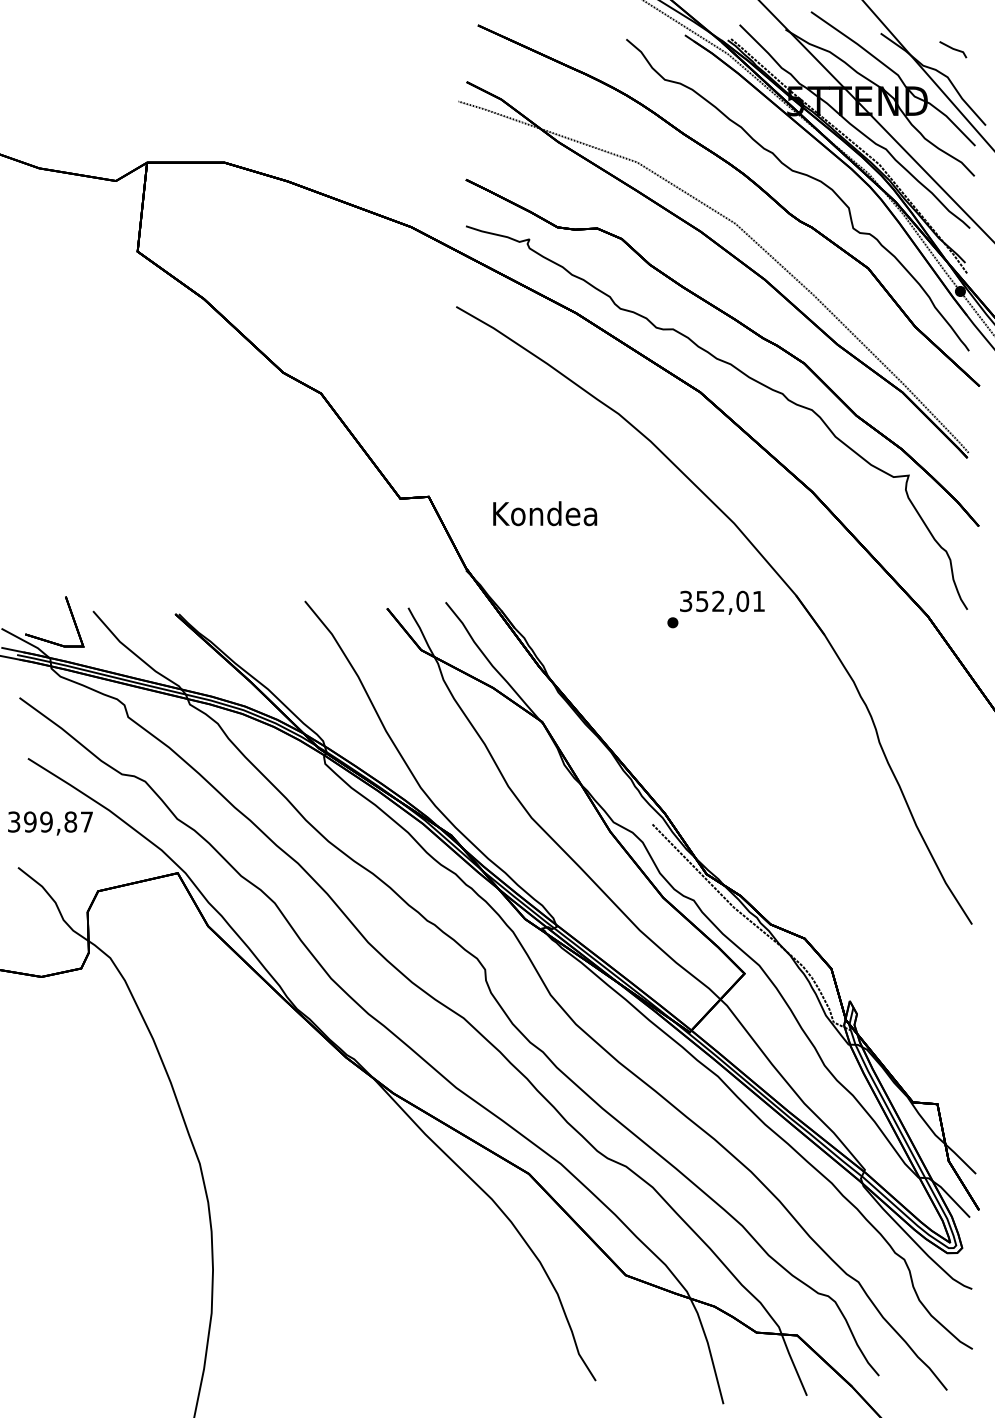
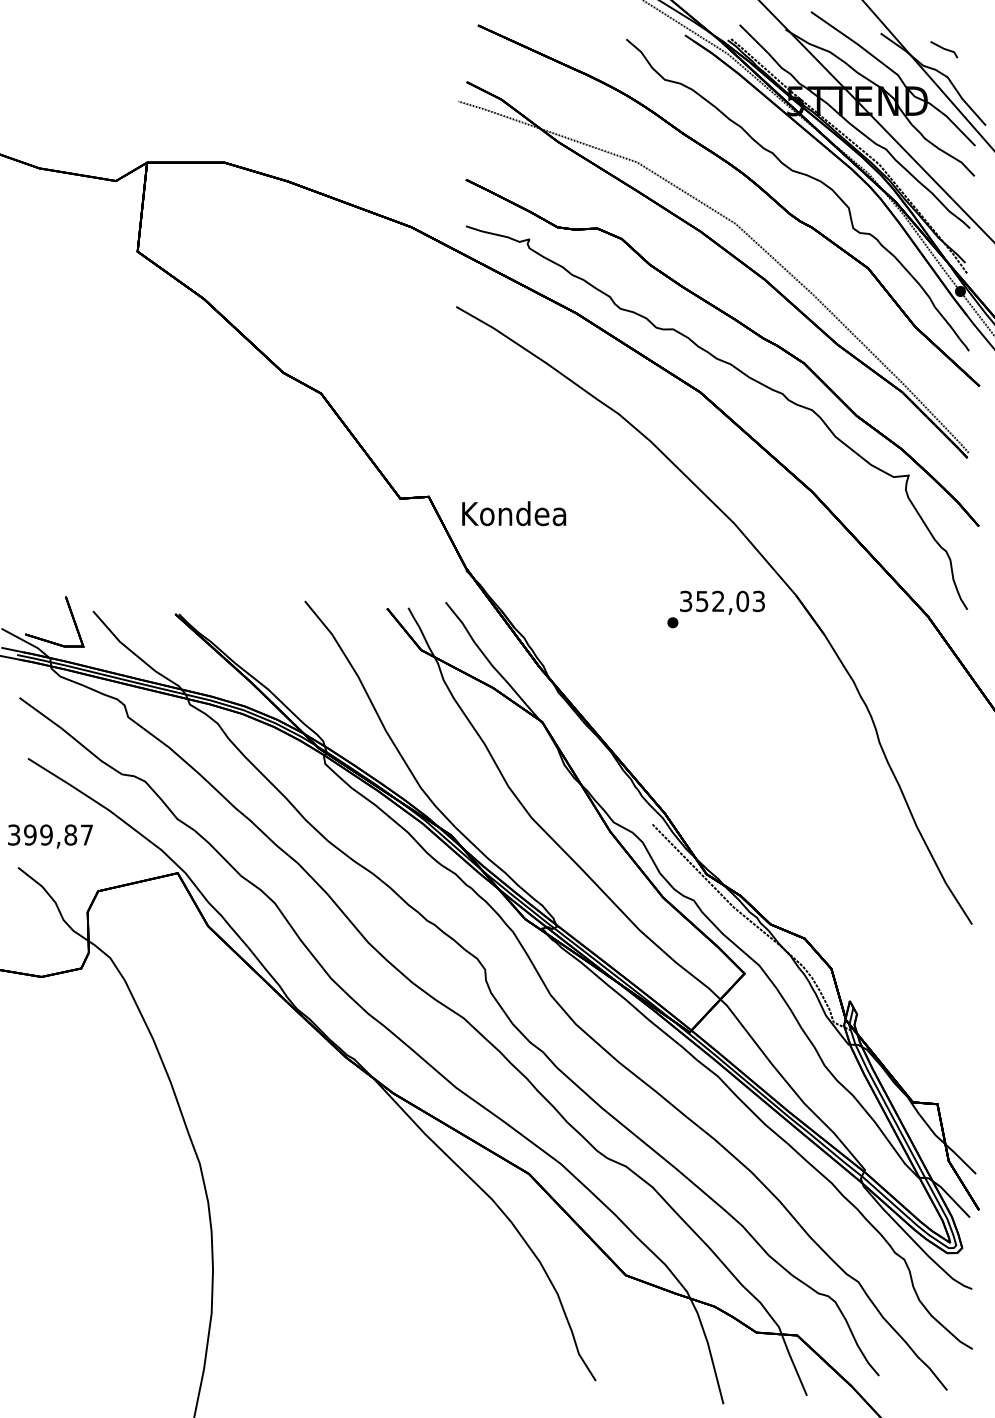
line at (953, 49) position: (953, 49) -> (944, 49)
text at (545, 513) position: (545, 513) -> (514, 513)
text at (758, 601): 352,01 -> 352,03
text at (50, 823) position: (50, 823) -> (50, 836)
